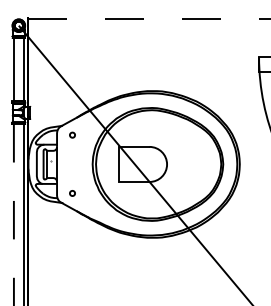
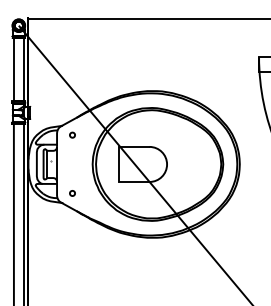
line at (149, 18): dashed -> solid
line at (13, 215): dashed -> solid
